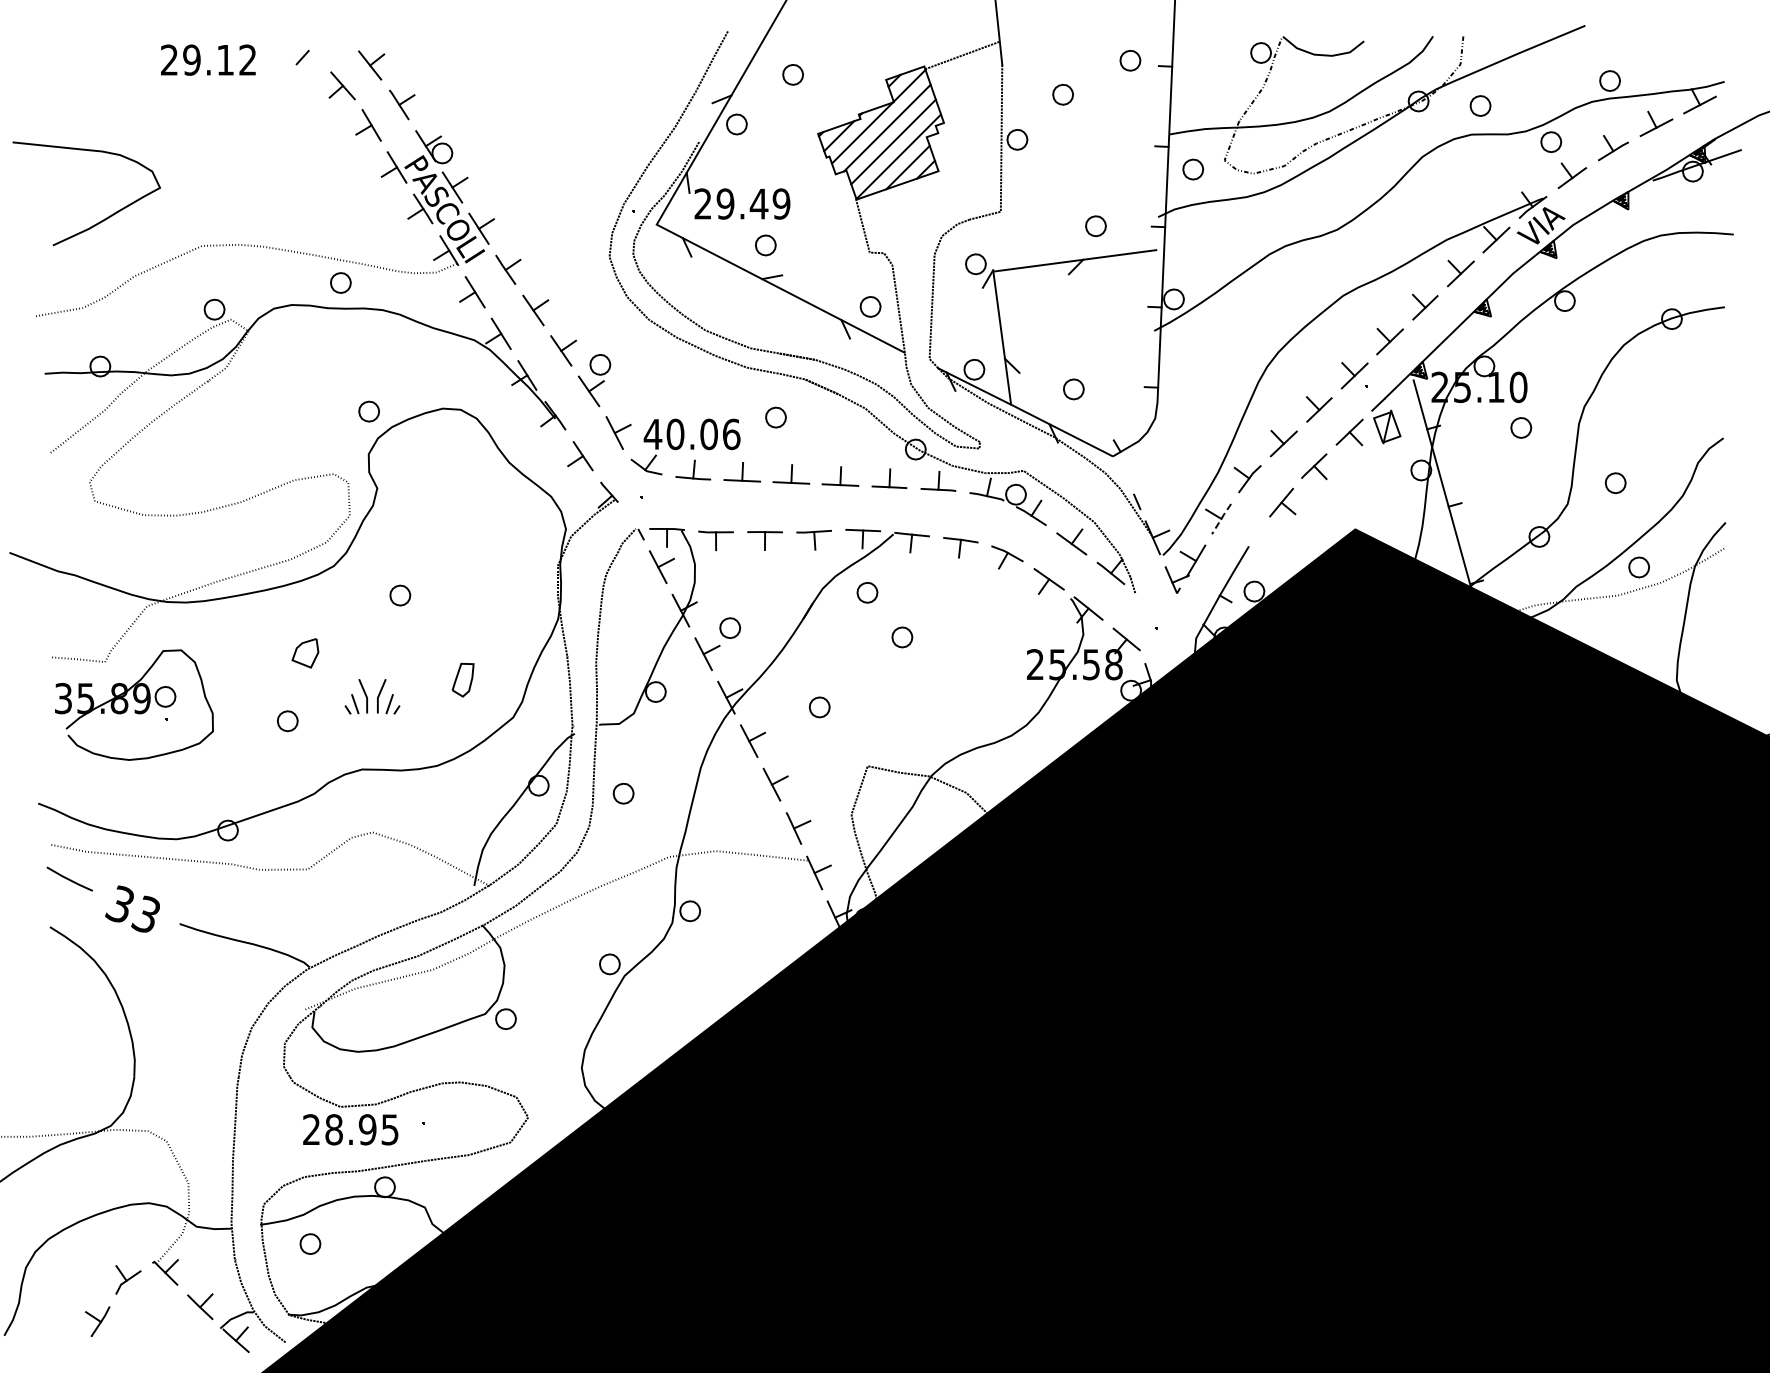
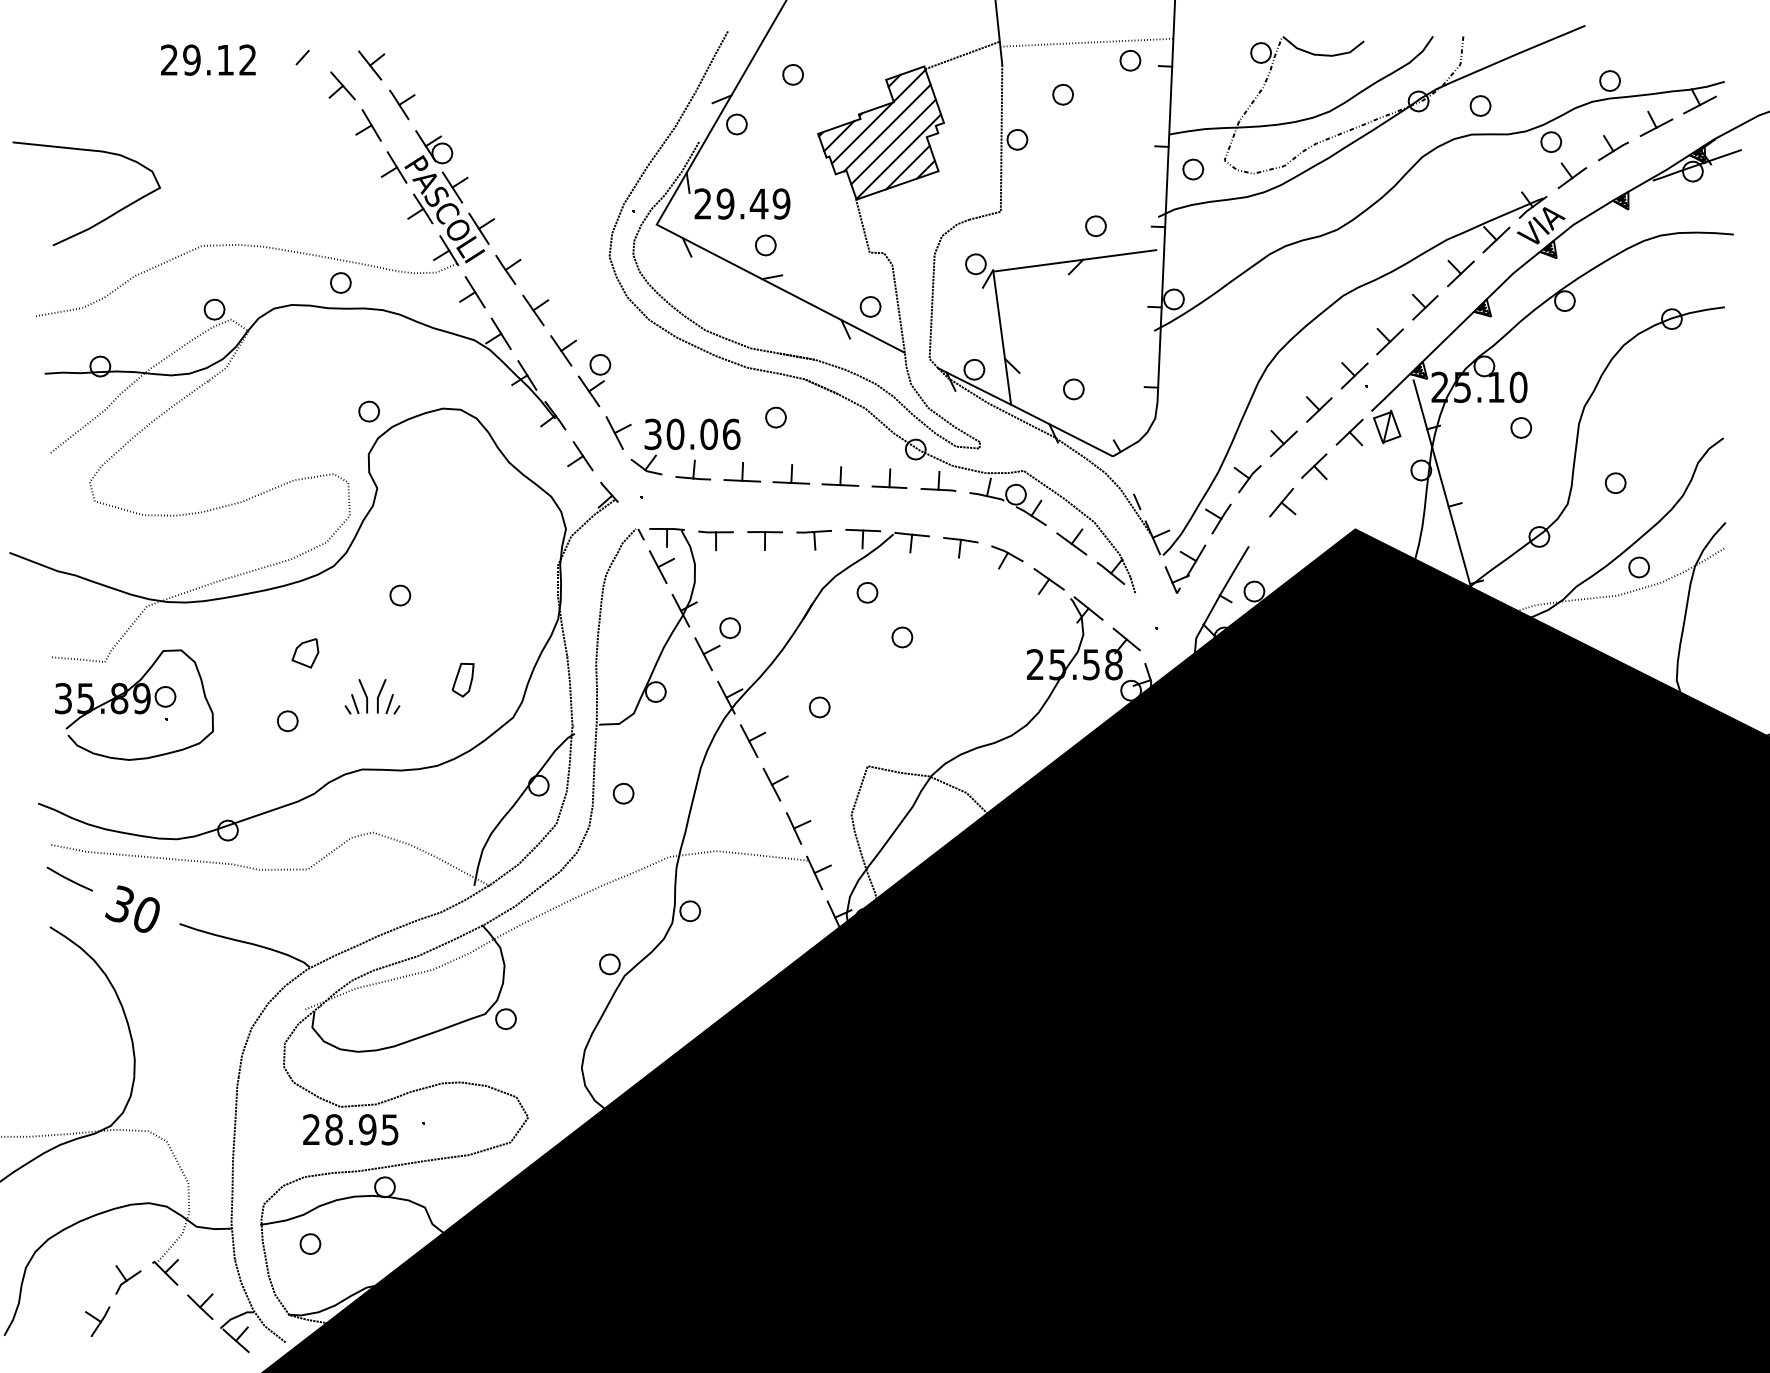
line at (1086, 42): none -> present
text at (652, 434): 40.06 -> 30.06
line at (1221, 518): dashed -> solid
text at (145, 913): 33 -> 30
